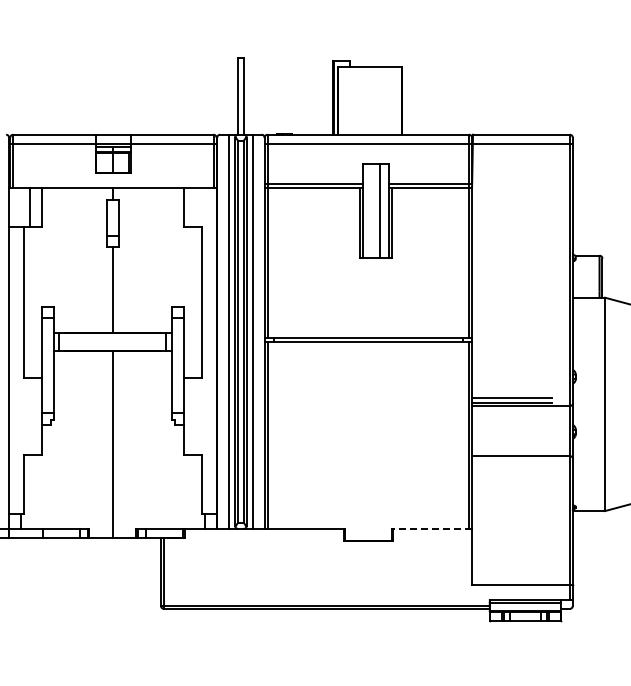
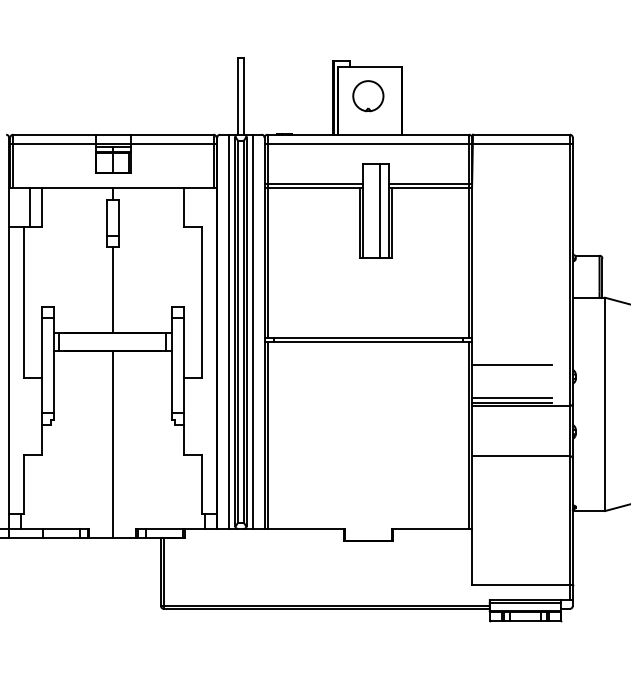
part at (368, 96): none -> present
line at (512, 365): none -> present
line at (432, 528): dashed -> solid
